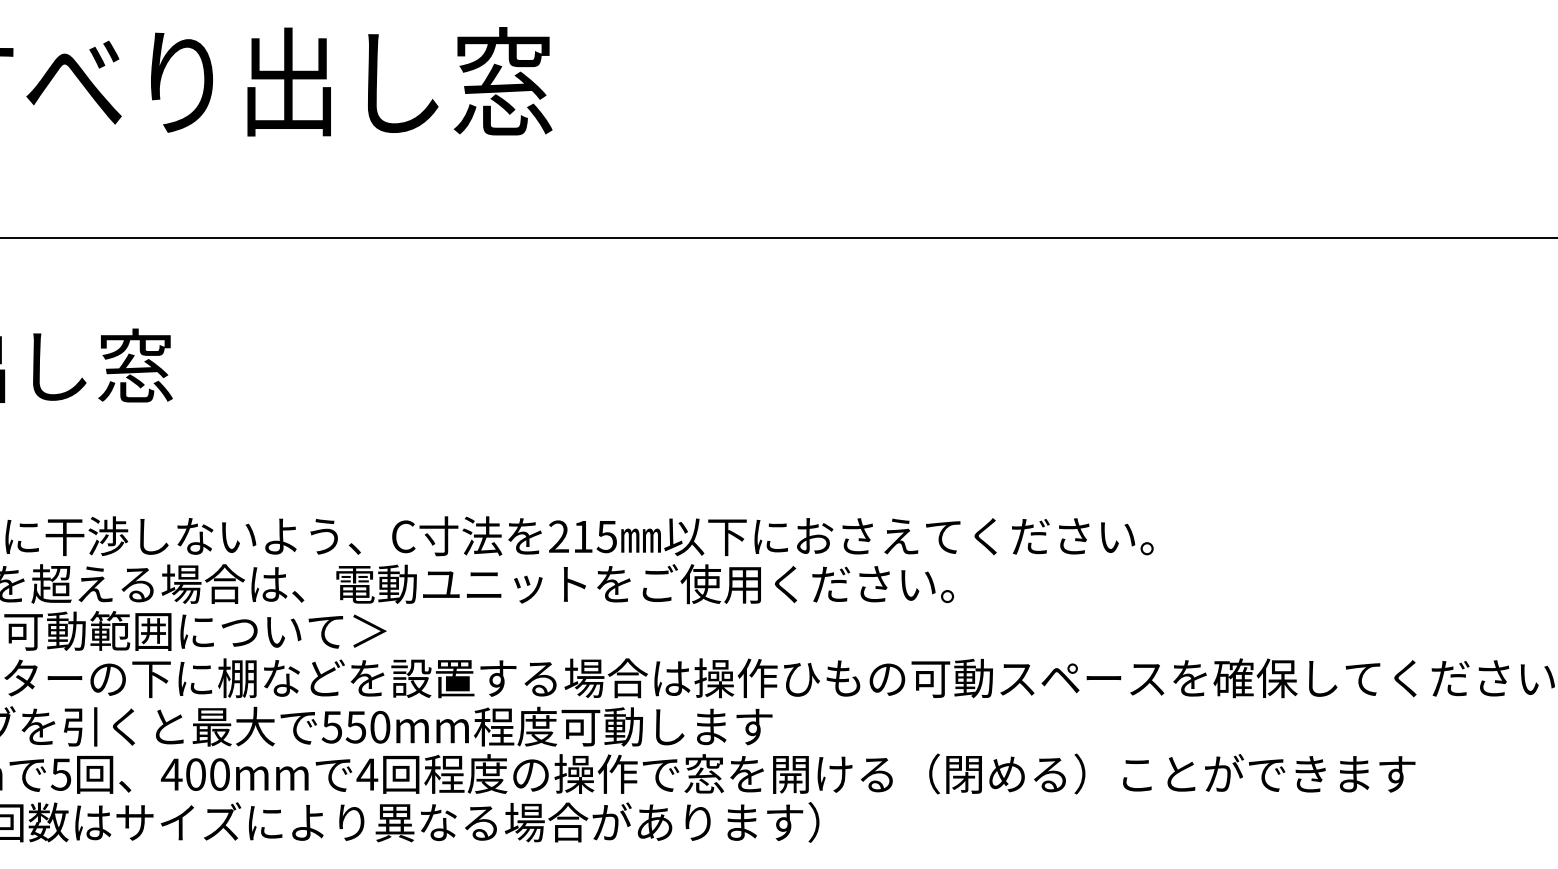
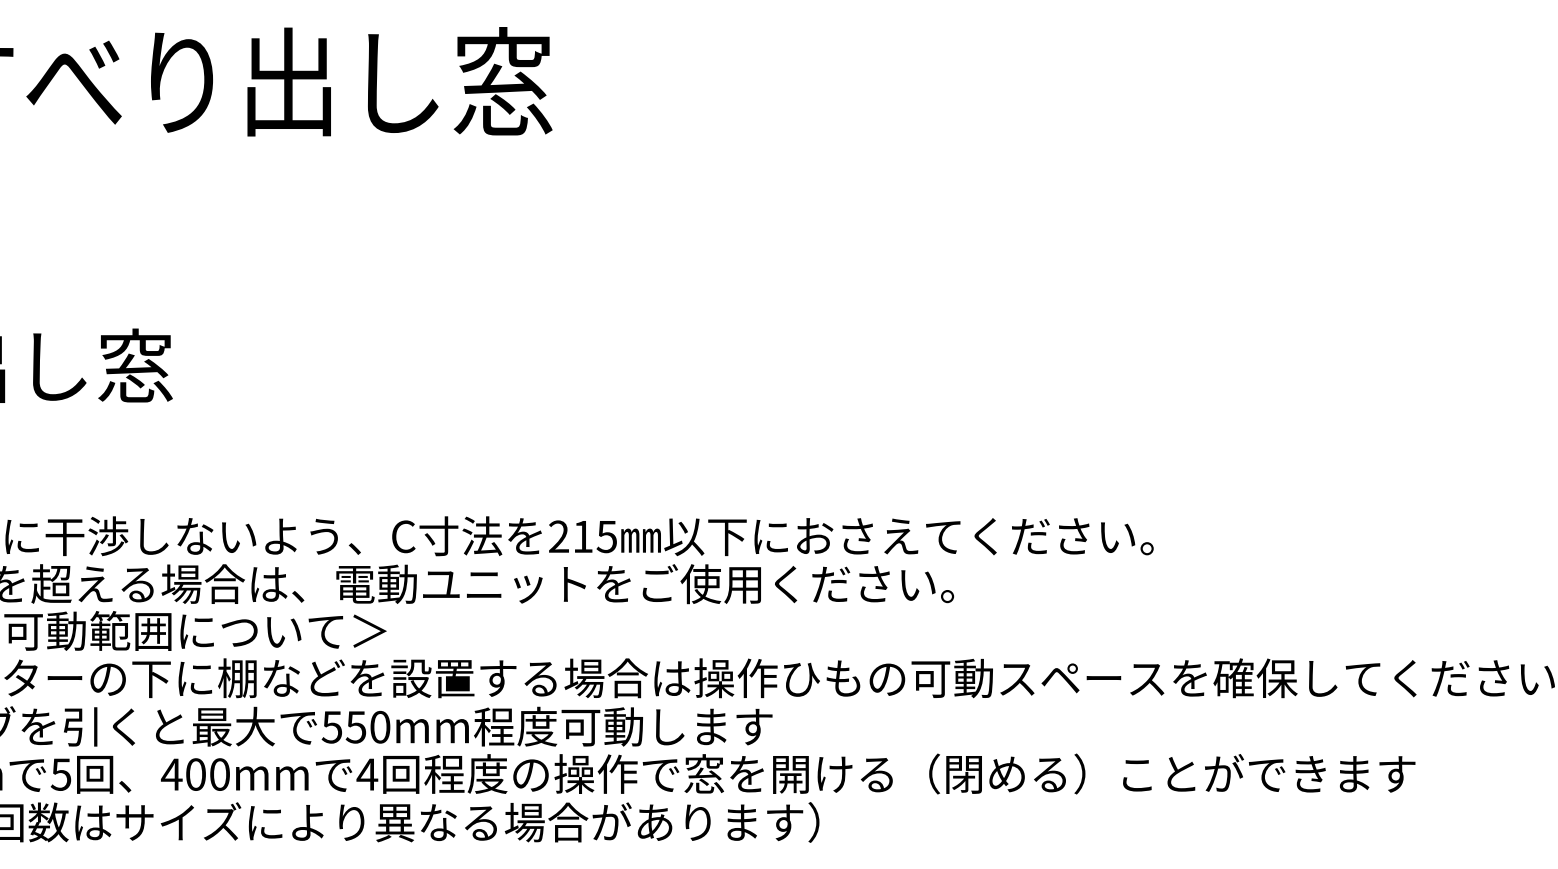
line at (778, 238): present -> none
